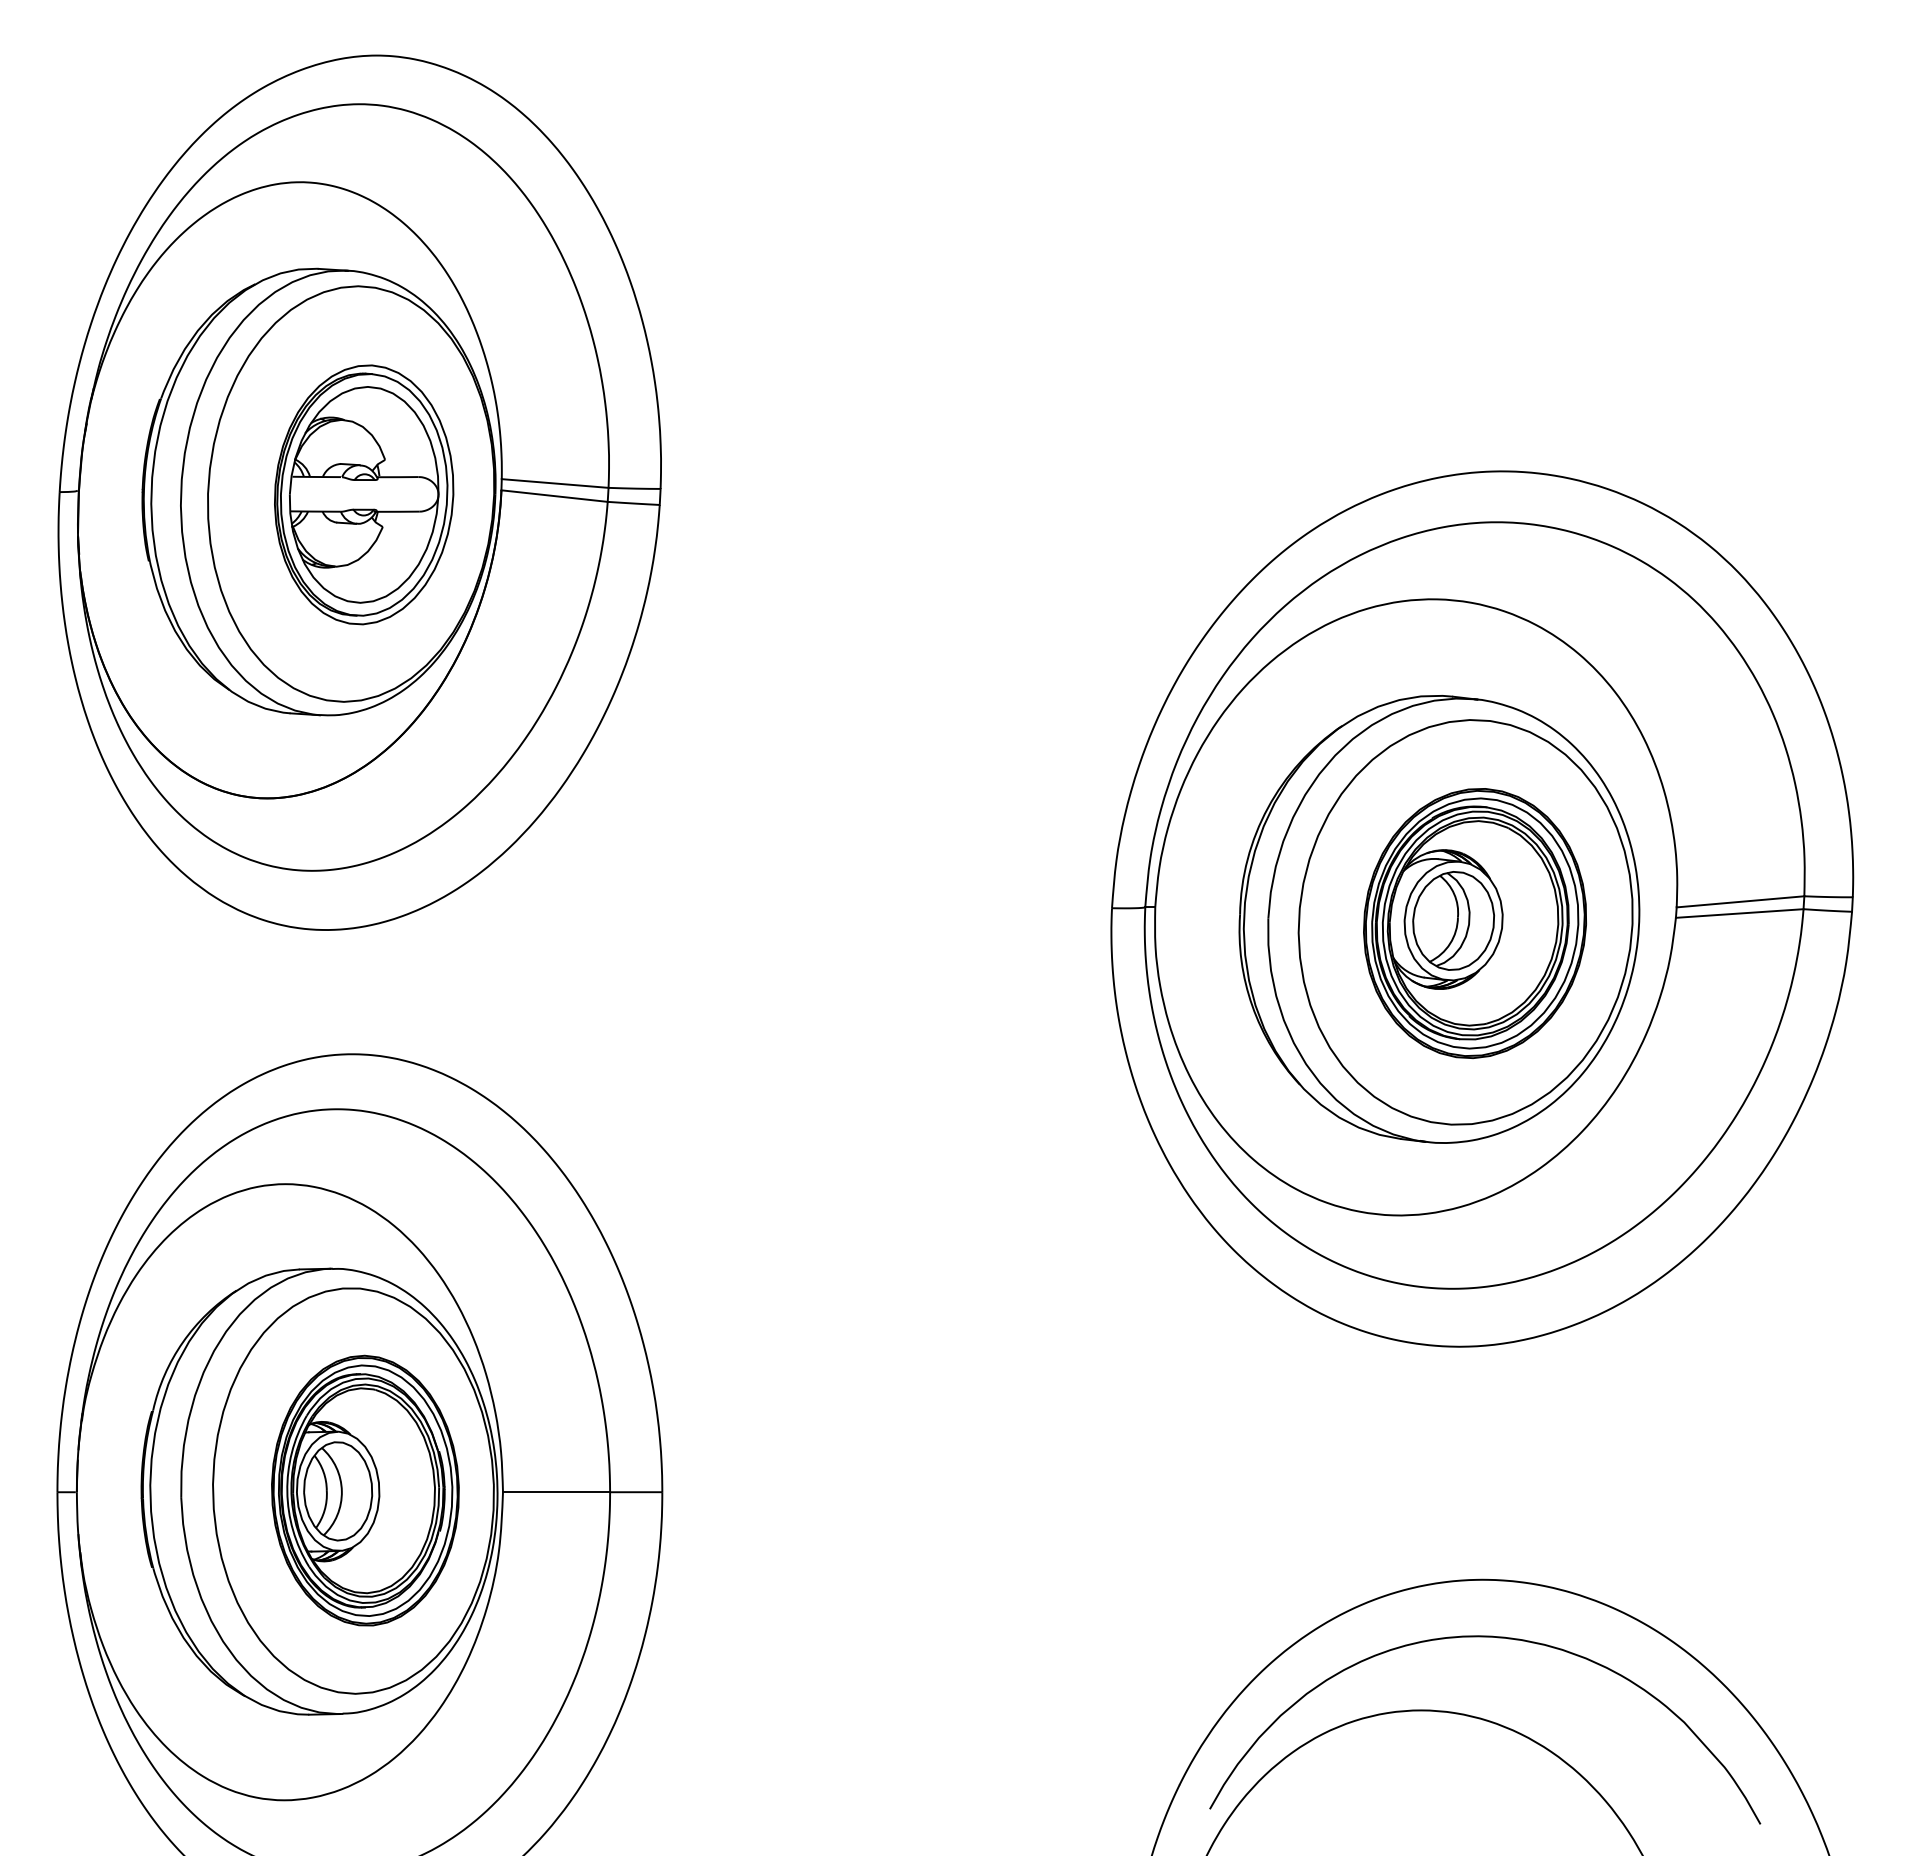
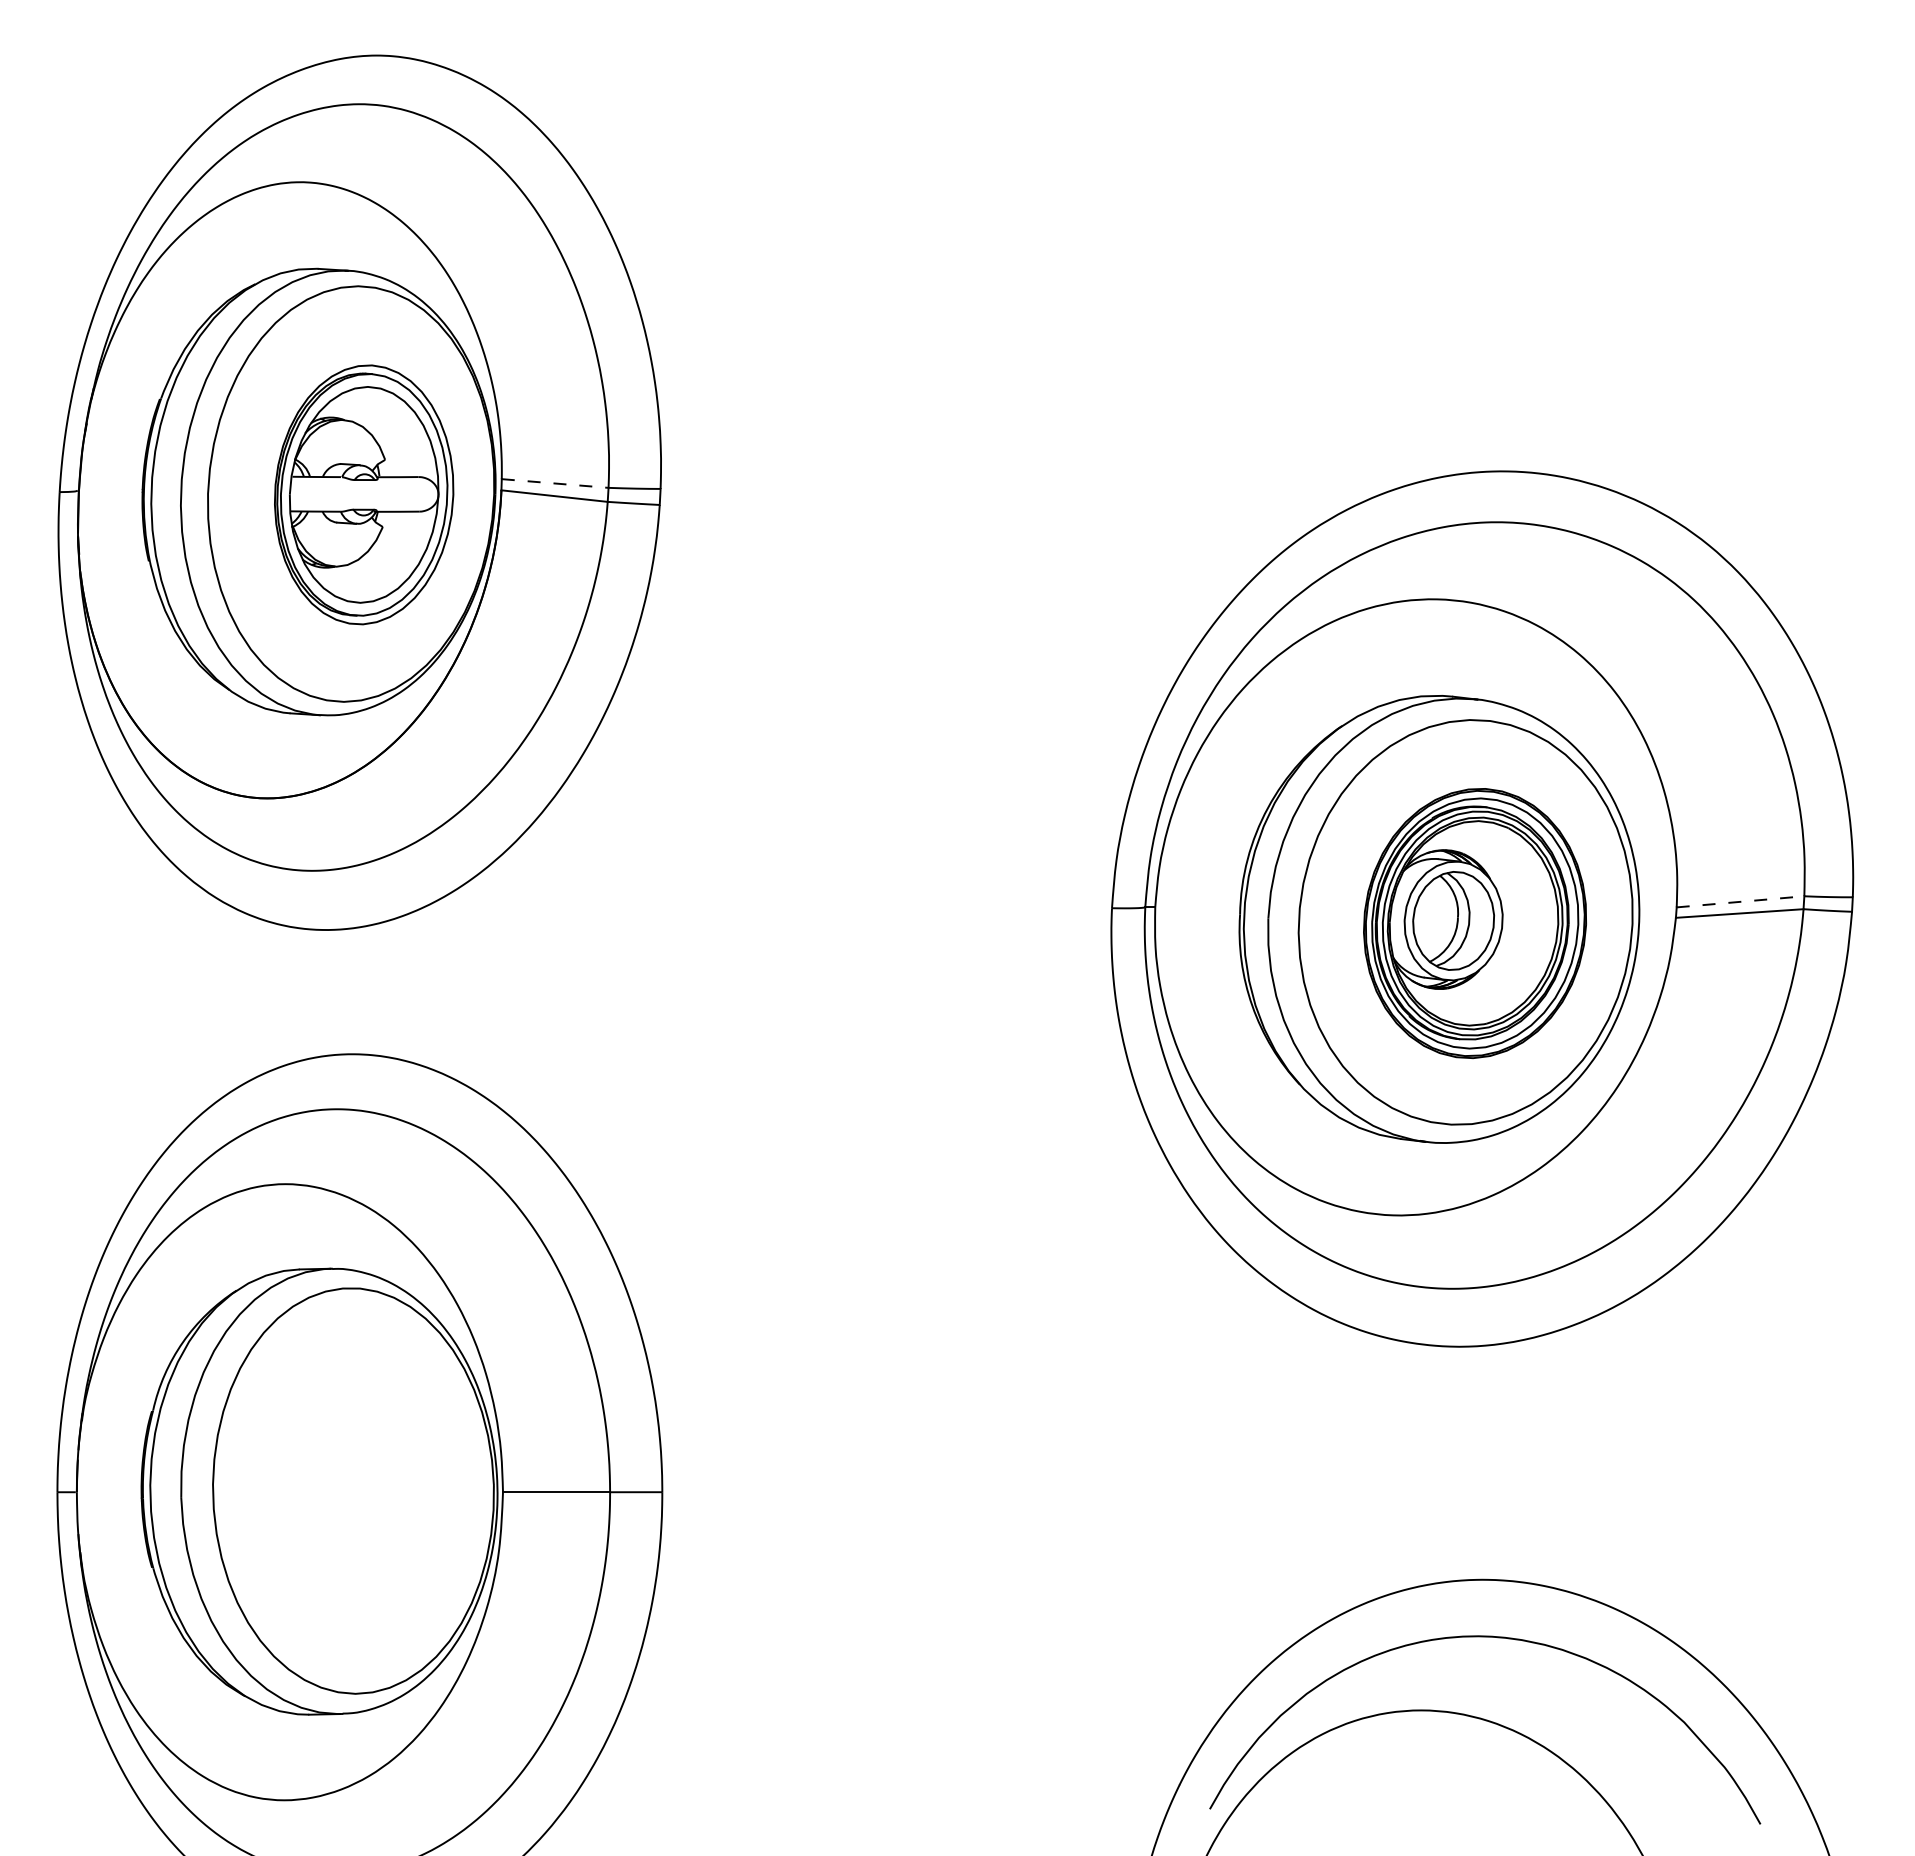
line at (555, 483): solid -> dashed
line at (1741, 901): solid -> dashed
part at (365, 1490): present -> none
